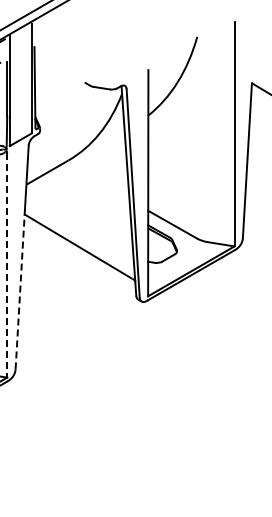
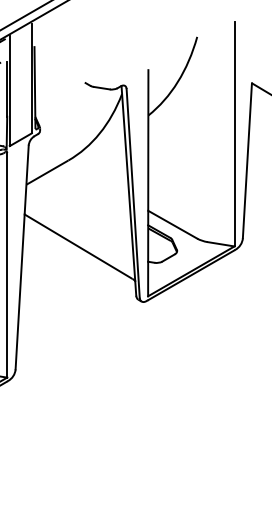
line at (7, 265): dashed -> solid
line at (20, 291): dashed -> solid
